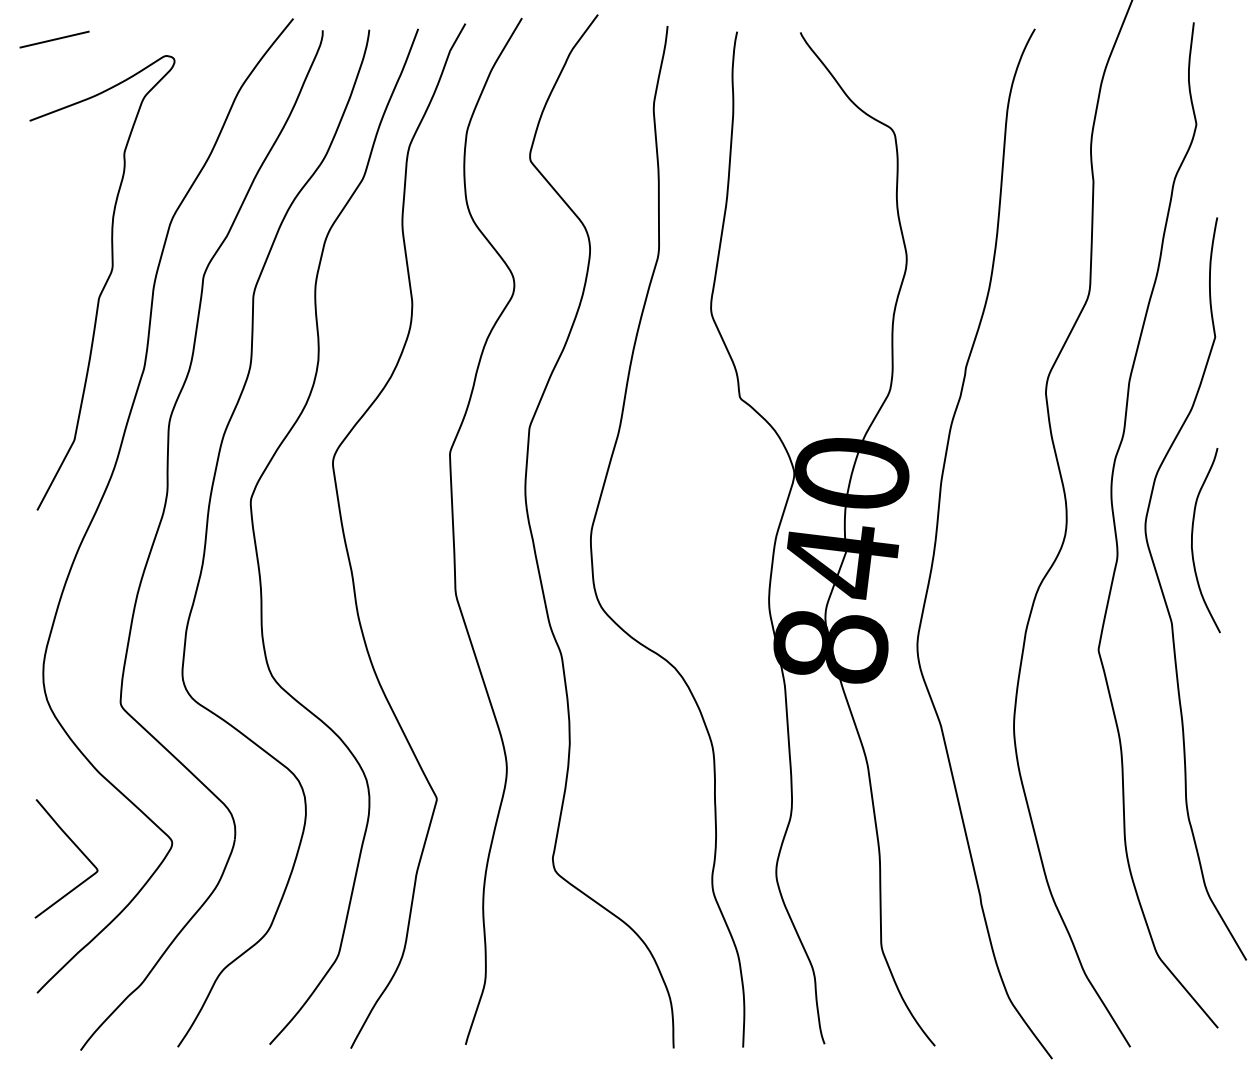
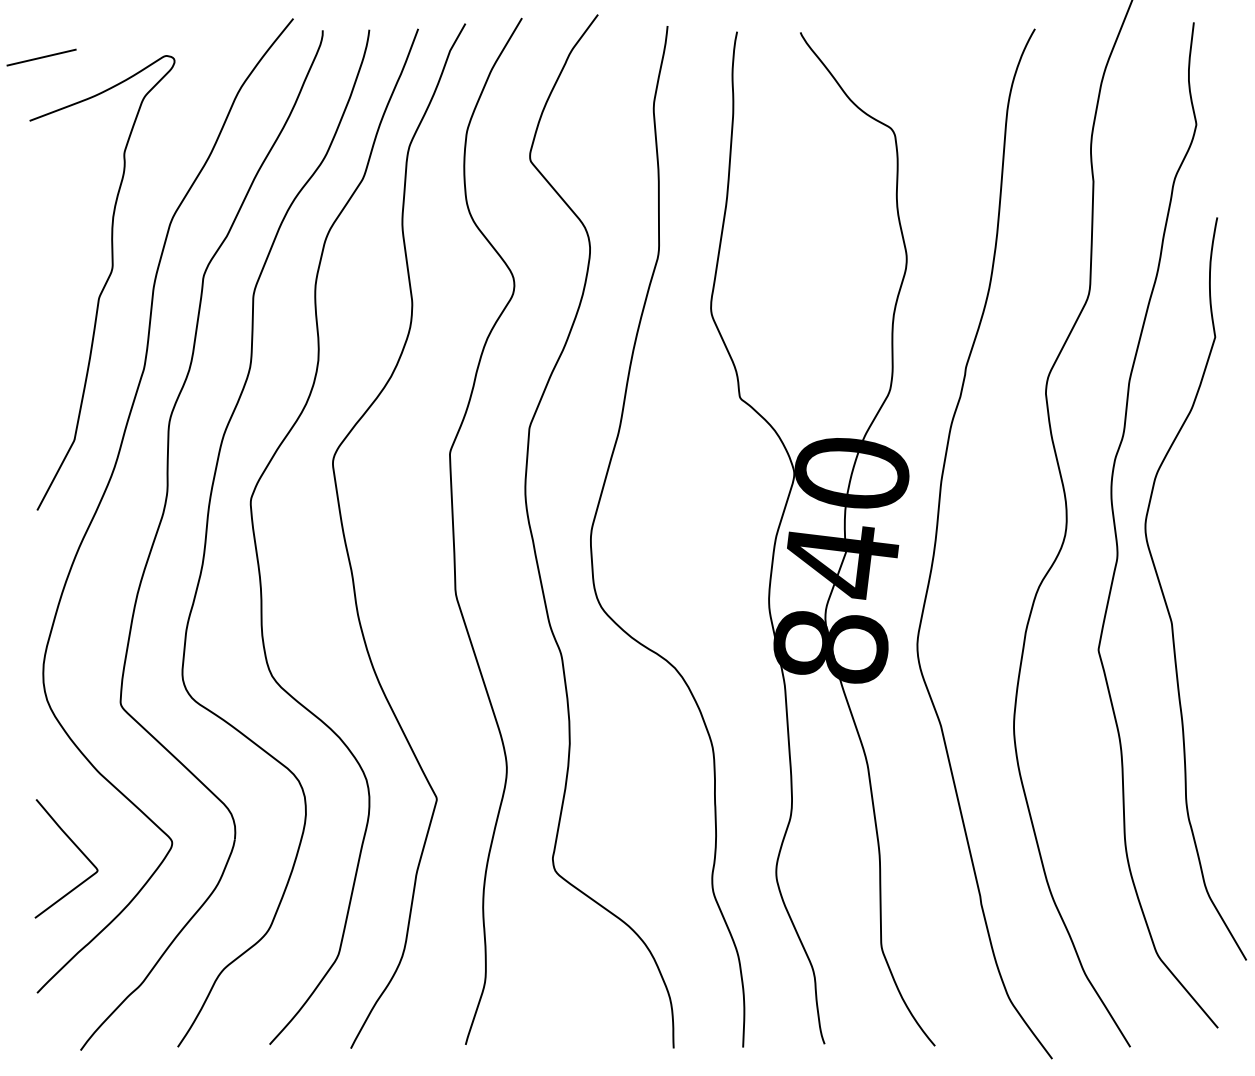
line at (54, 39) position: (54, 39) -> (41, 57)
curve at (1192, 540): present -> none
